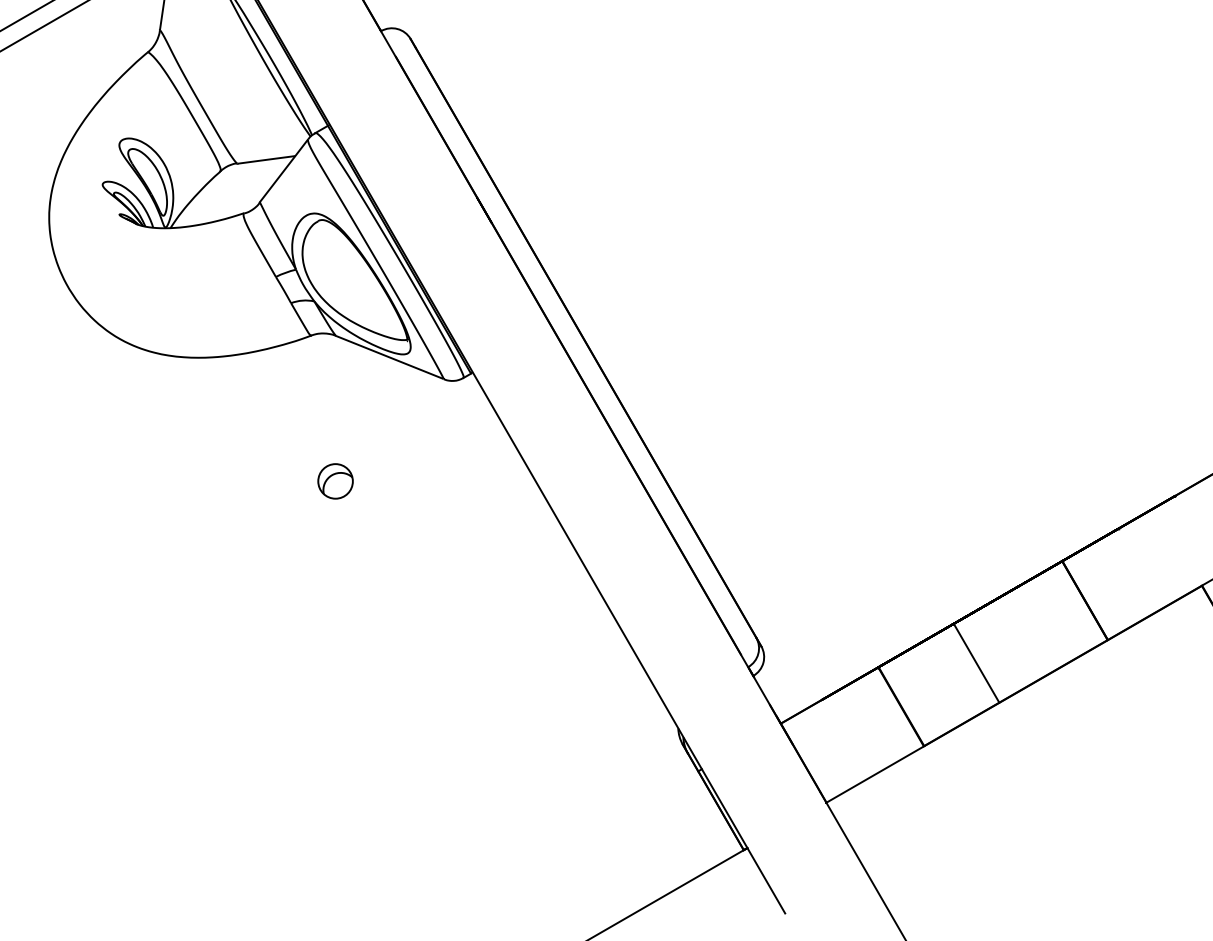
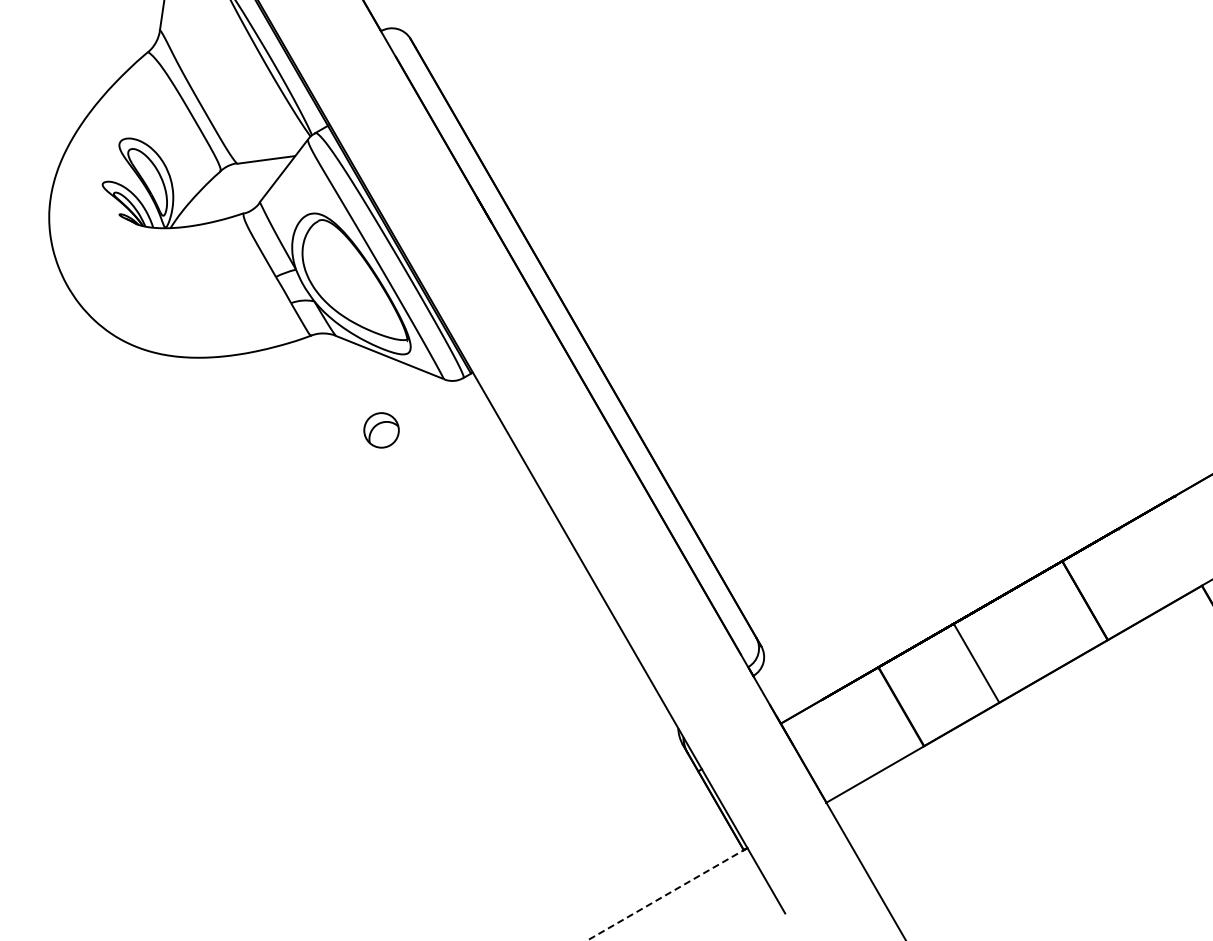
line at (26, 15): present -> none
line at (43, 26): present -> none
part at (335, 481) position: (335, 481) -> (381, 430)
line at (666, 894): solid -> dashed
